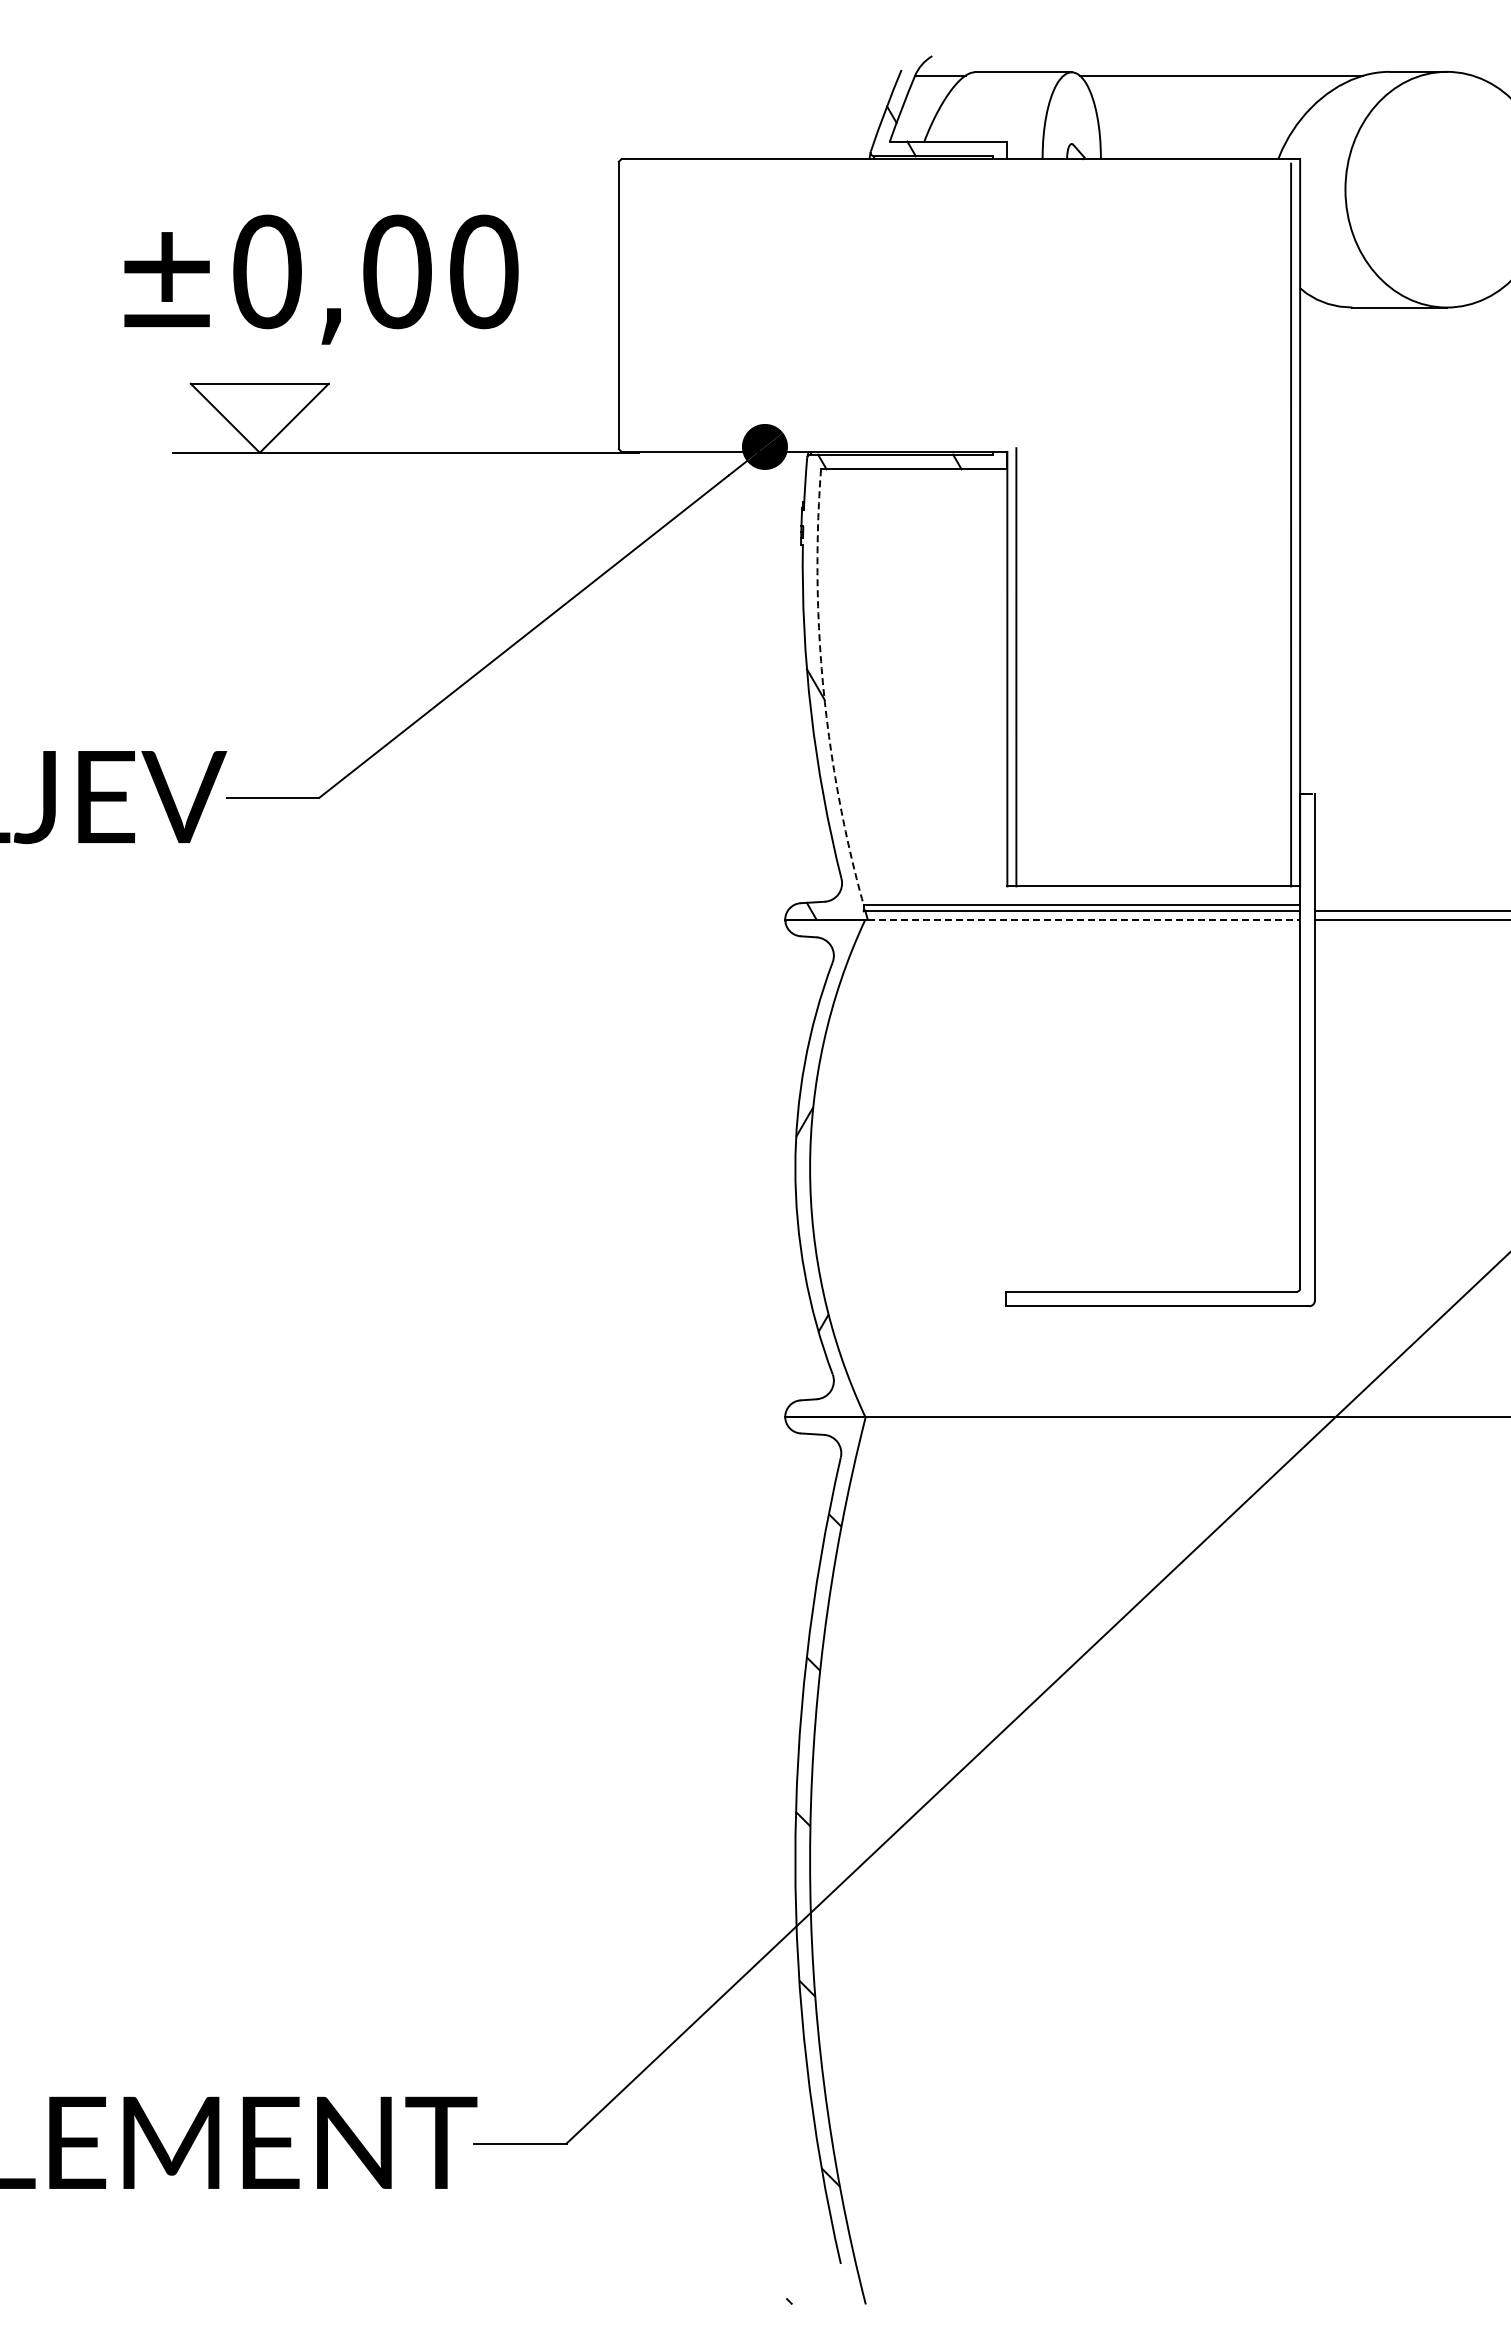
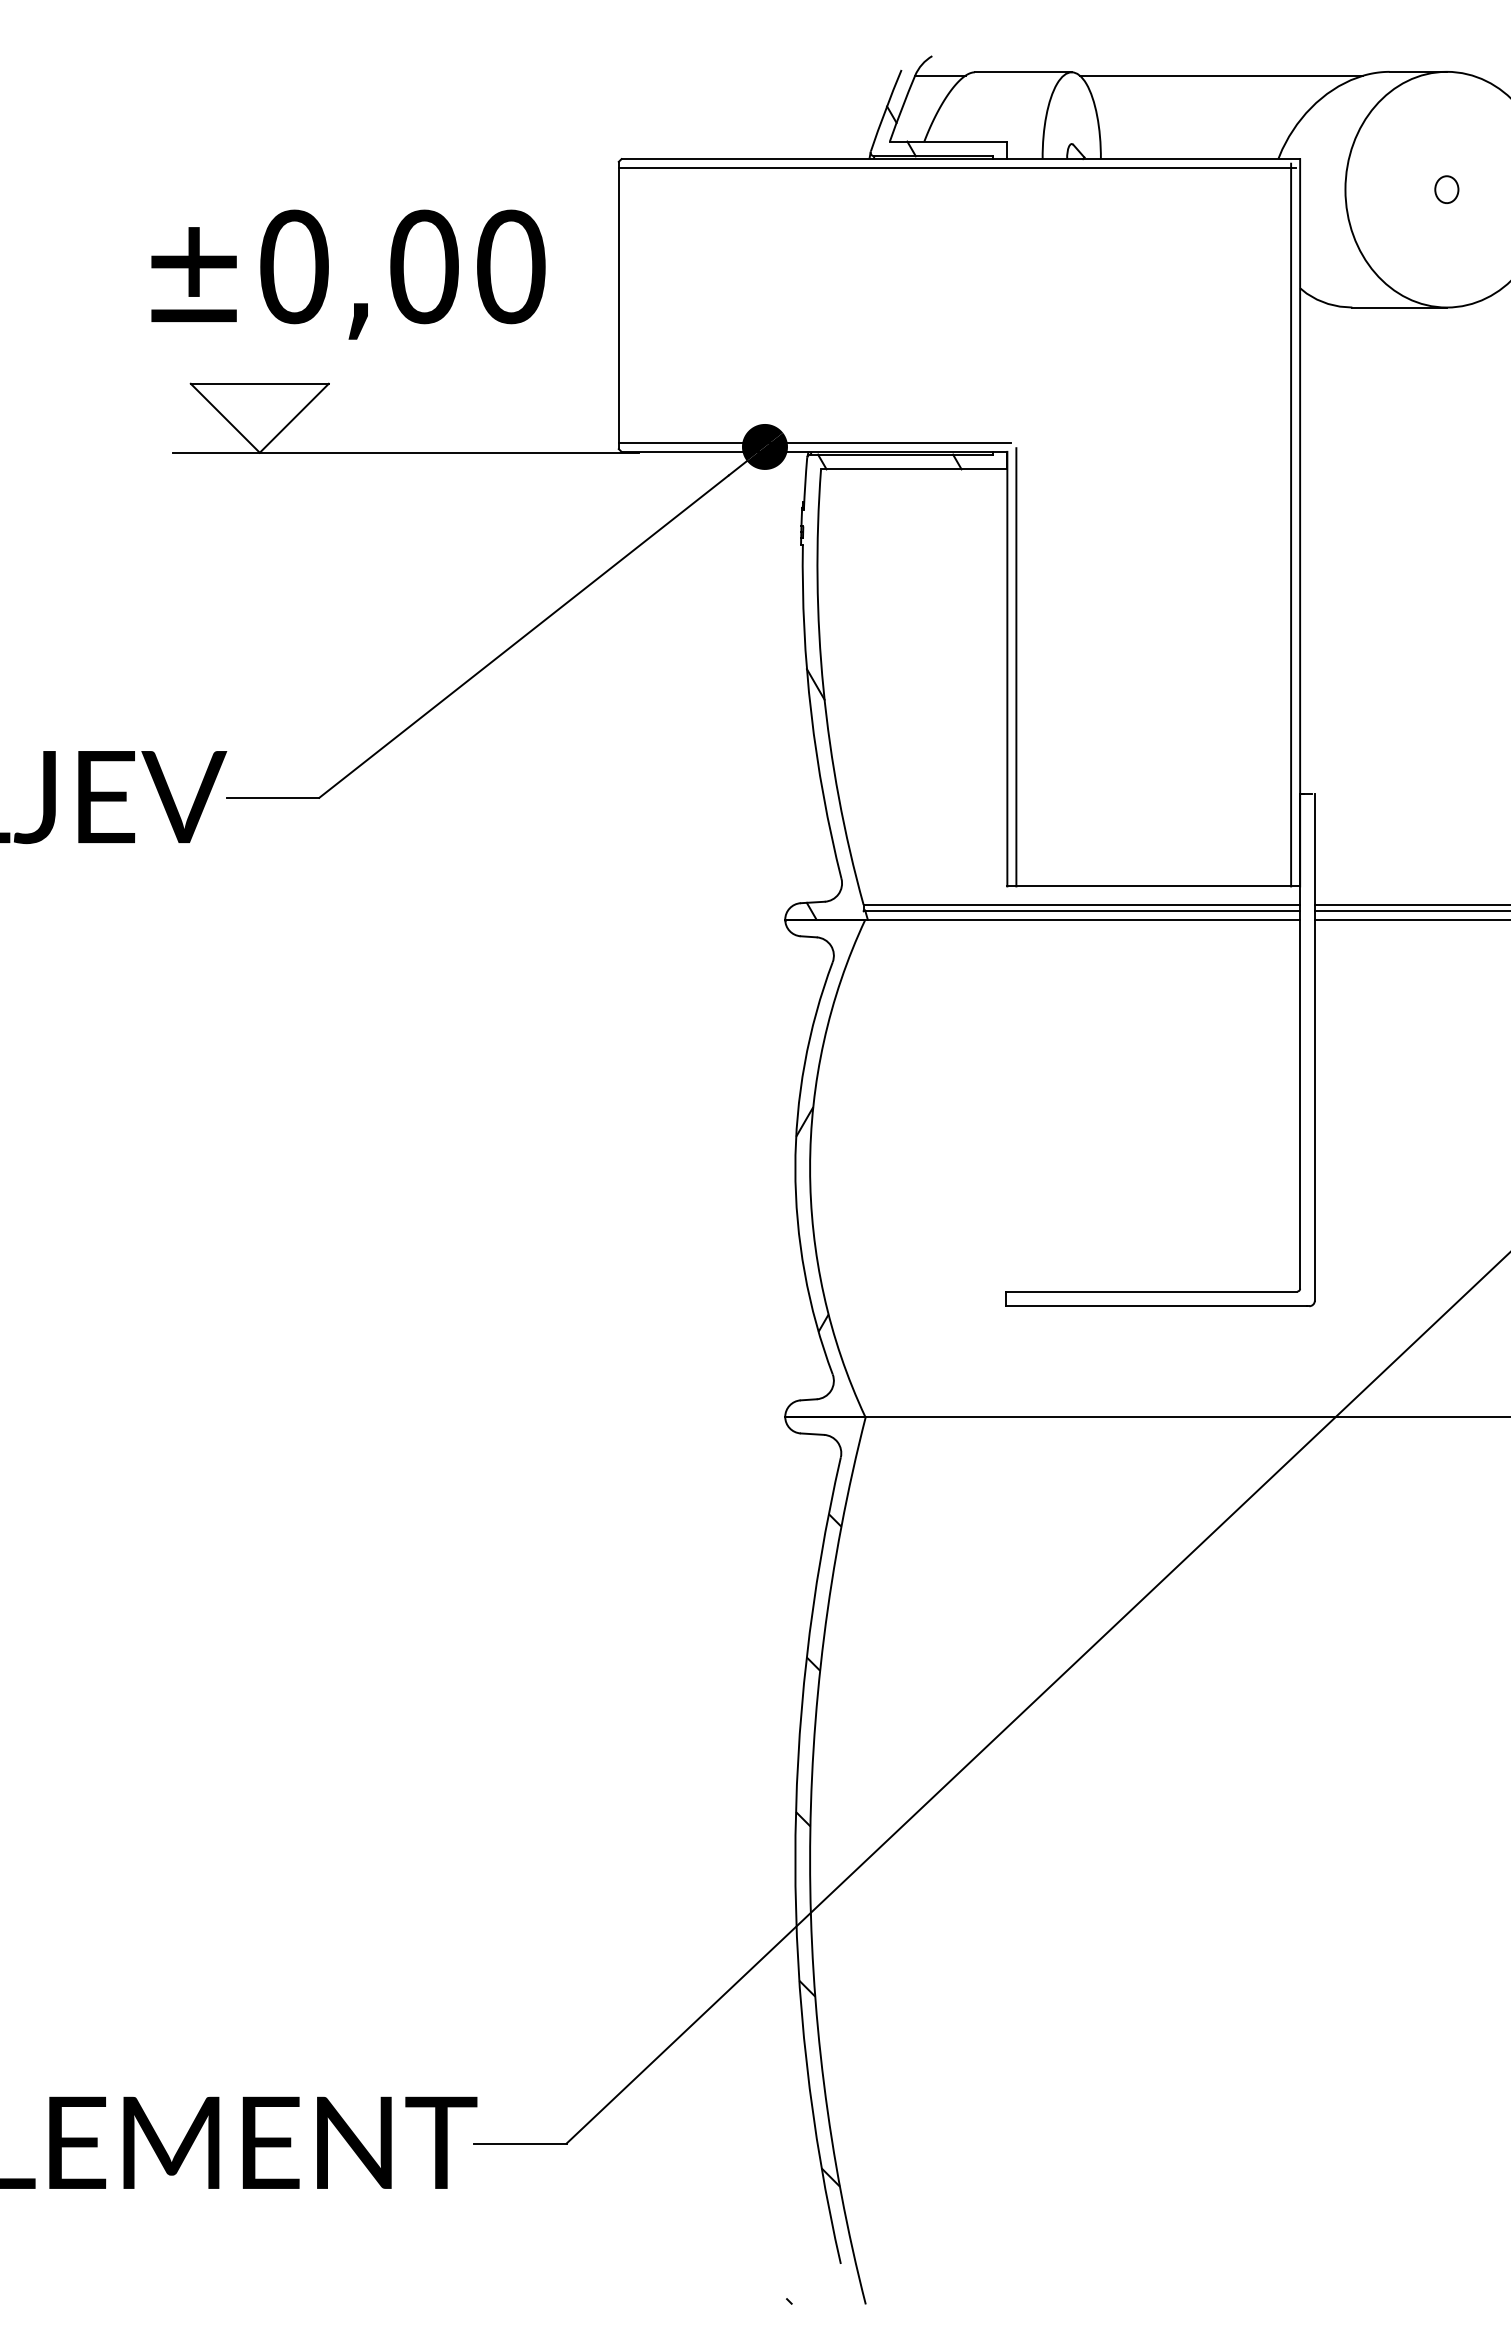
line at (957, 168): none -> present
part at (1446, 189): none -> present
text at (321, 279) position: (321, 279) -> (348, 274)
line at (814, 442): none -> present
arc at (823, 689): dashed -> solid
line at (1410, 904): none -> present
line at (1084, 919): dashed -> solid
